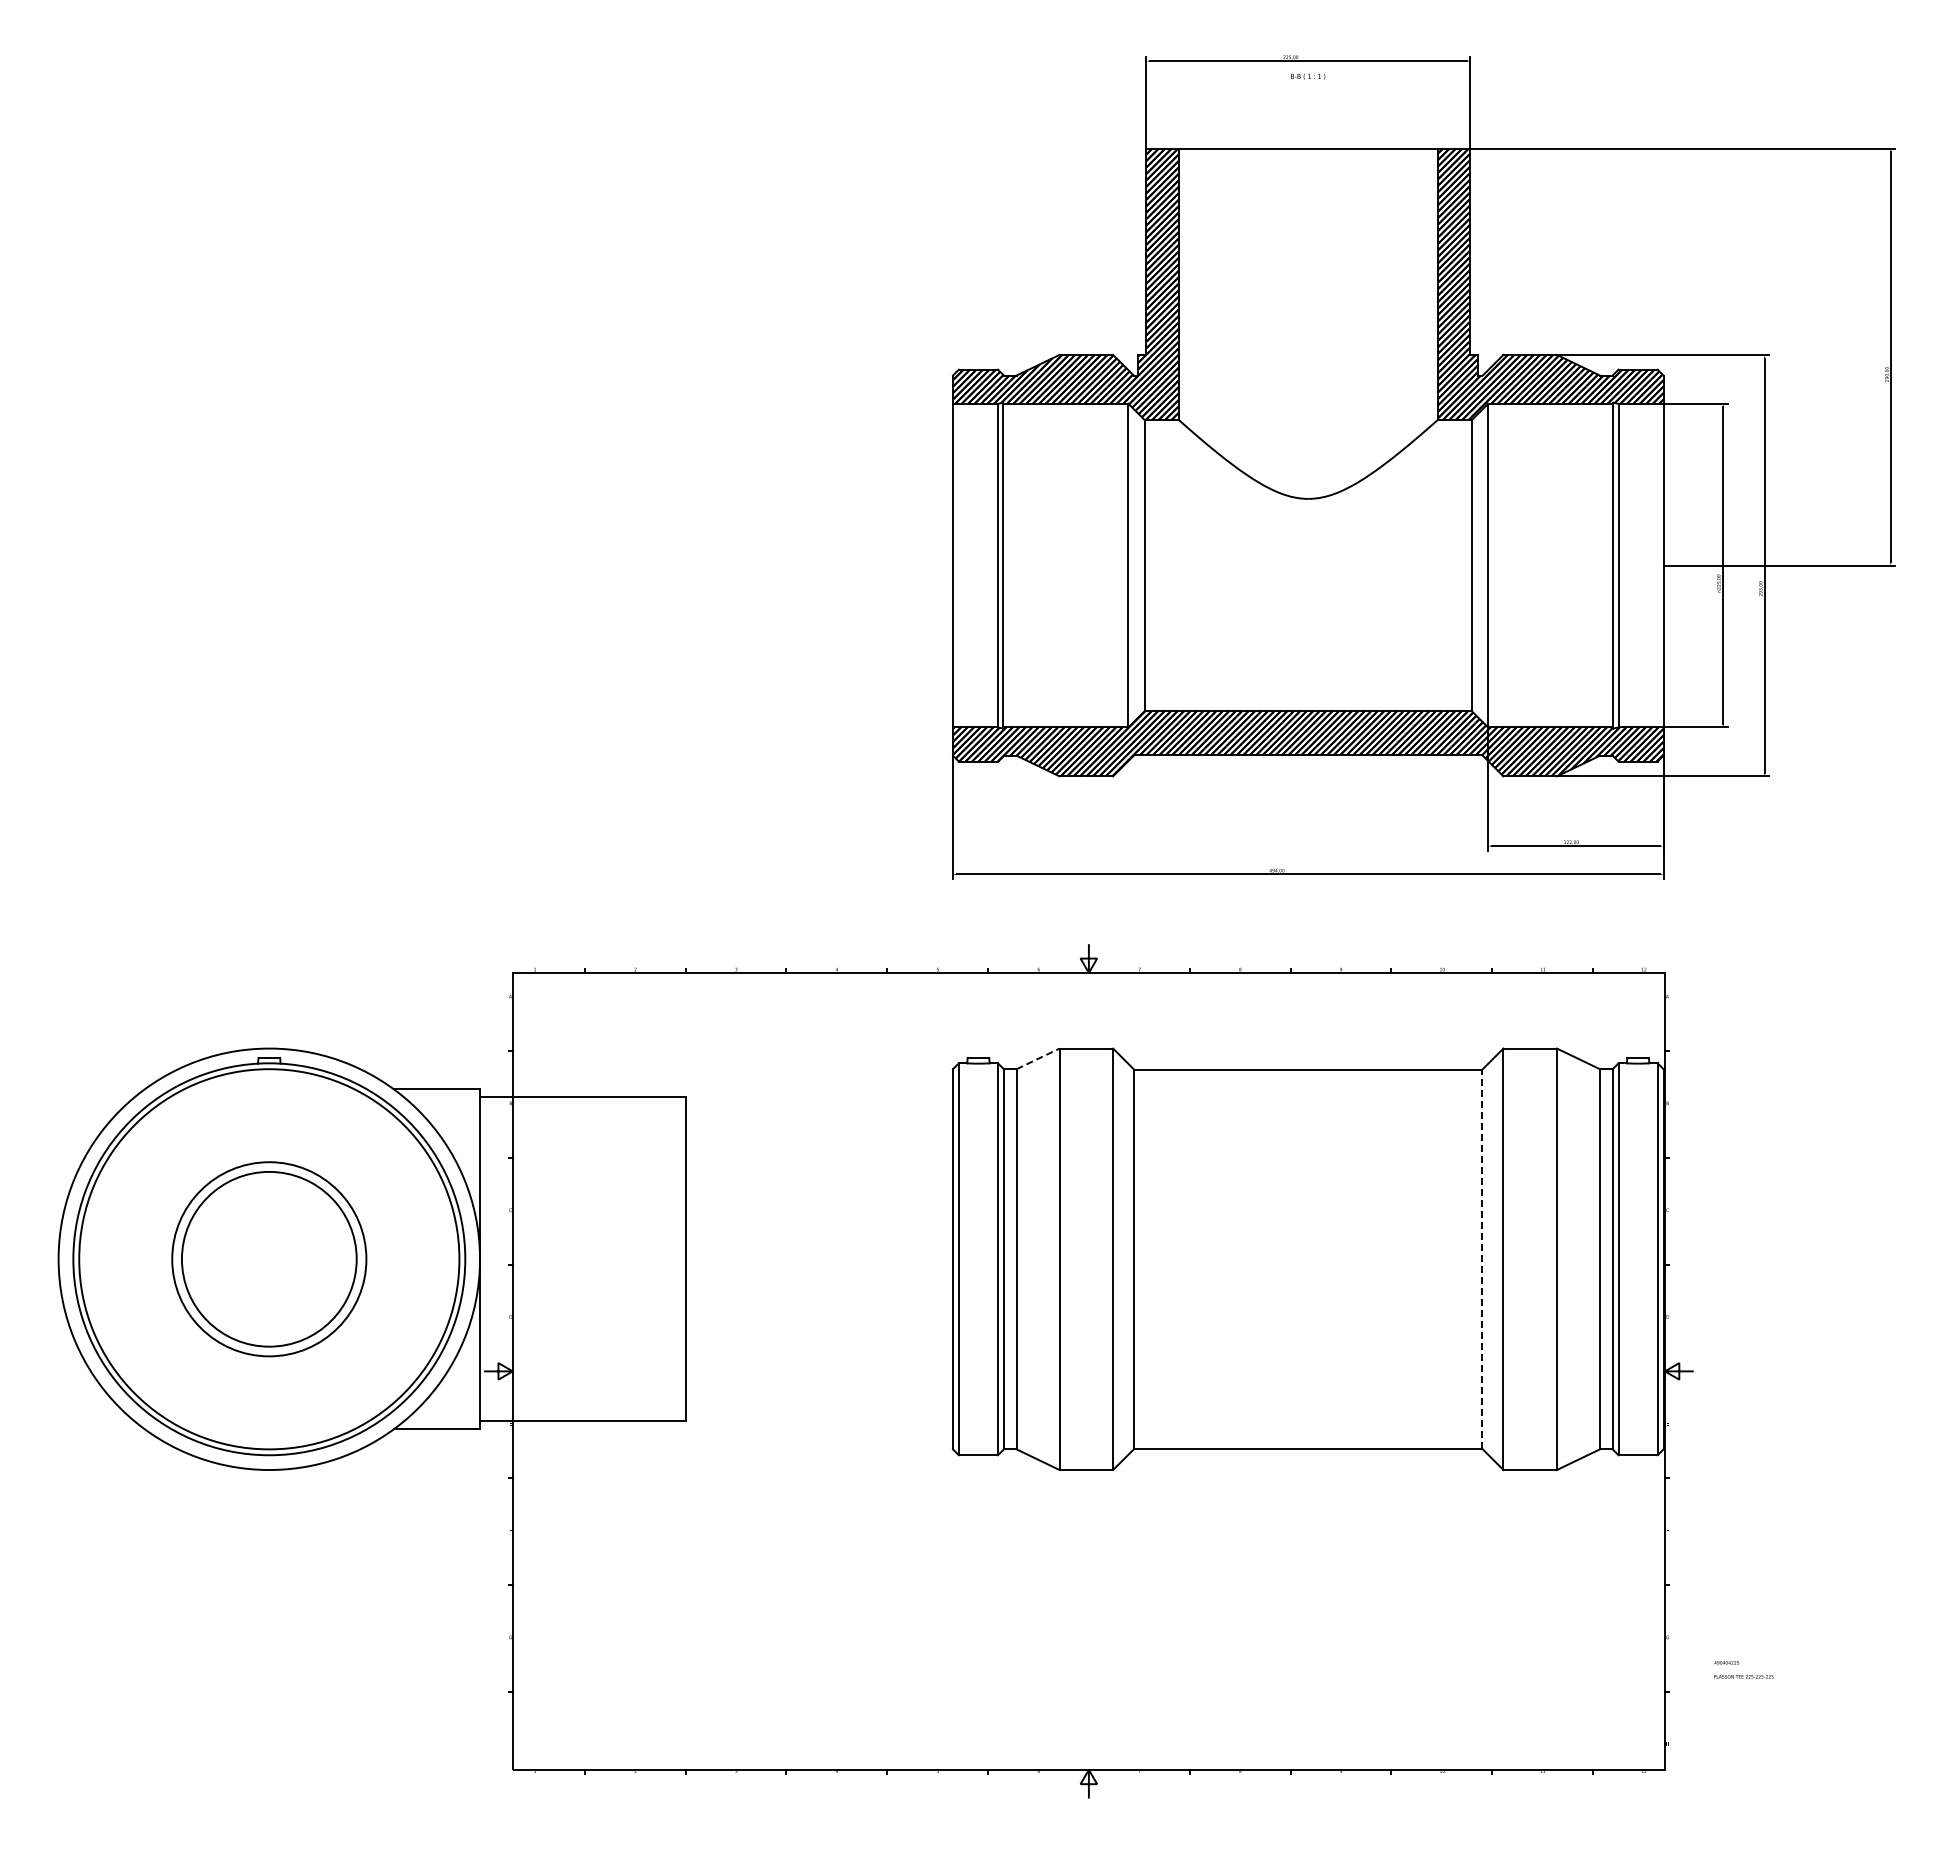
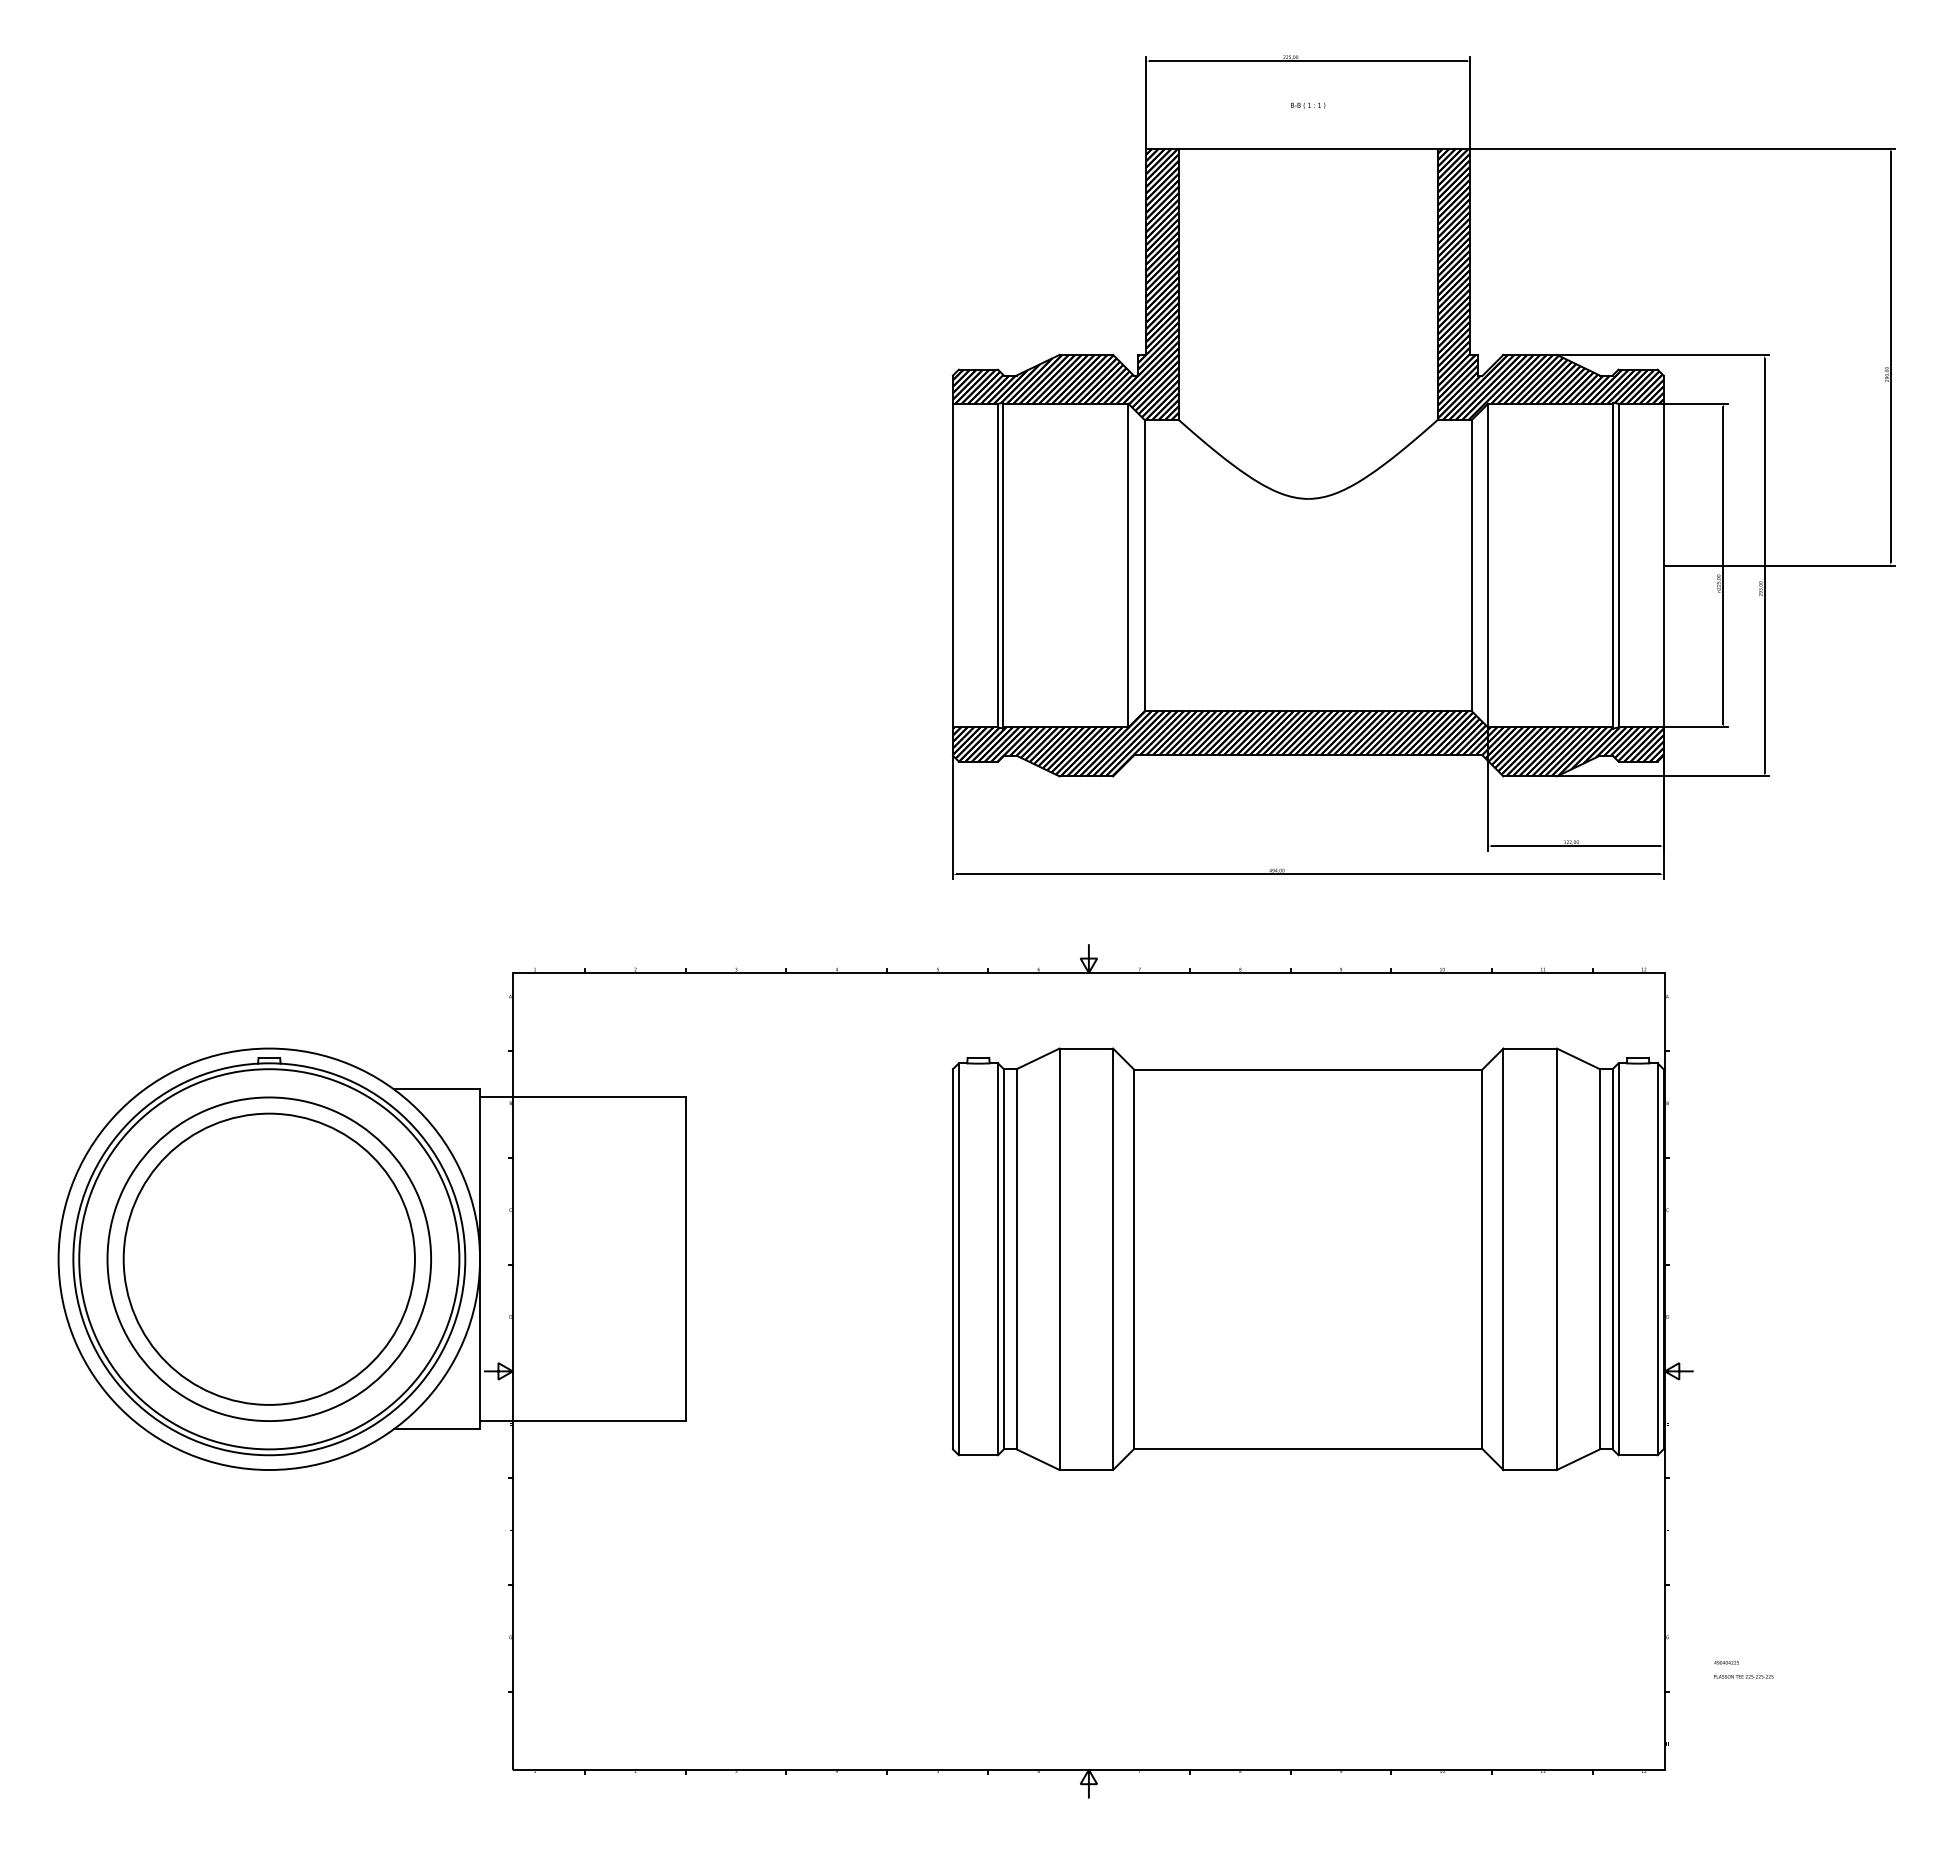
text at (1308, 76) position: (1308, 76) -> (1308, 105)
line at (1038, 1058): dashed -> solid
circle at (268, 1258) diameter: 175 px -> 291 px
circle at (269, 1259) diameter: 194 px -> 324 px
line at (1482, 1259): dashed -> solid
